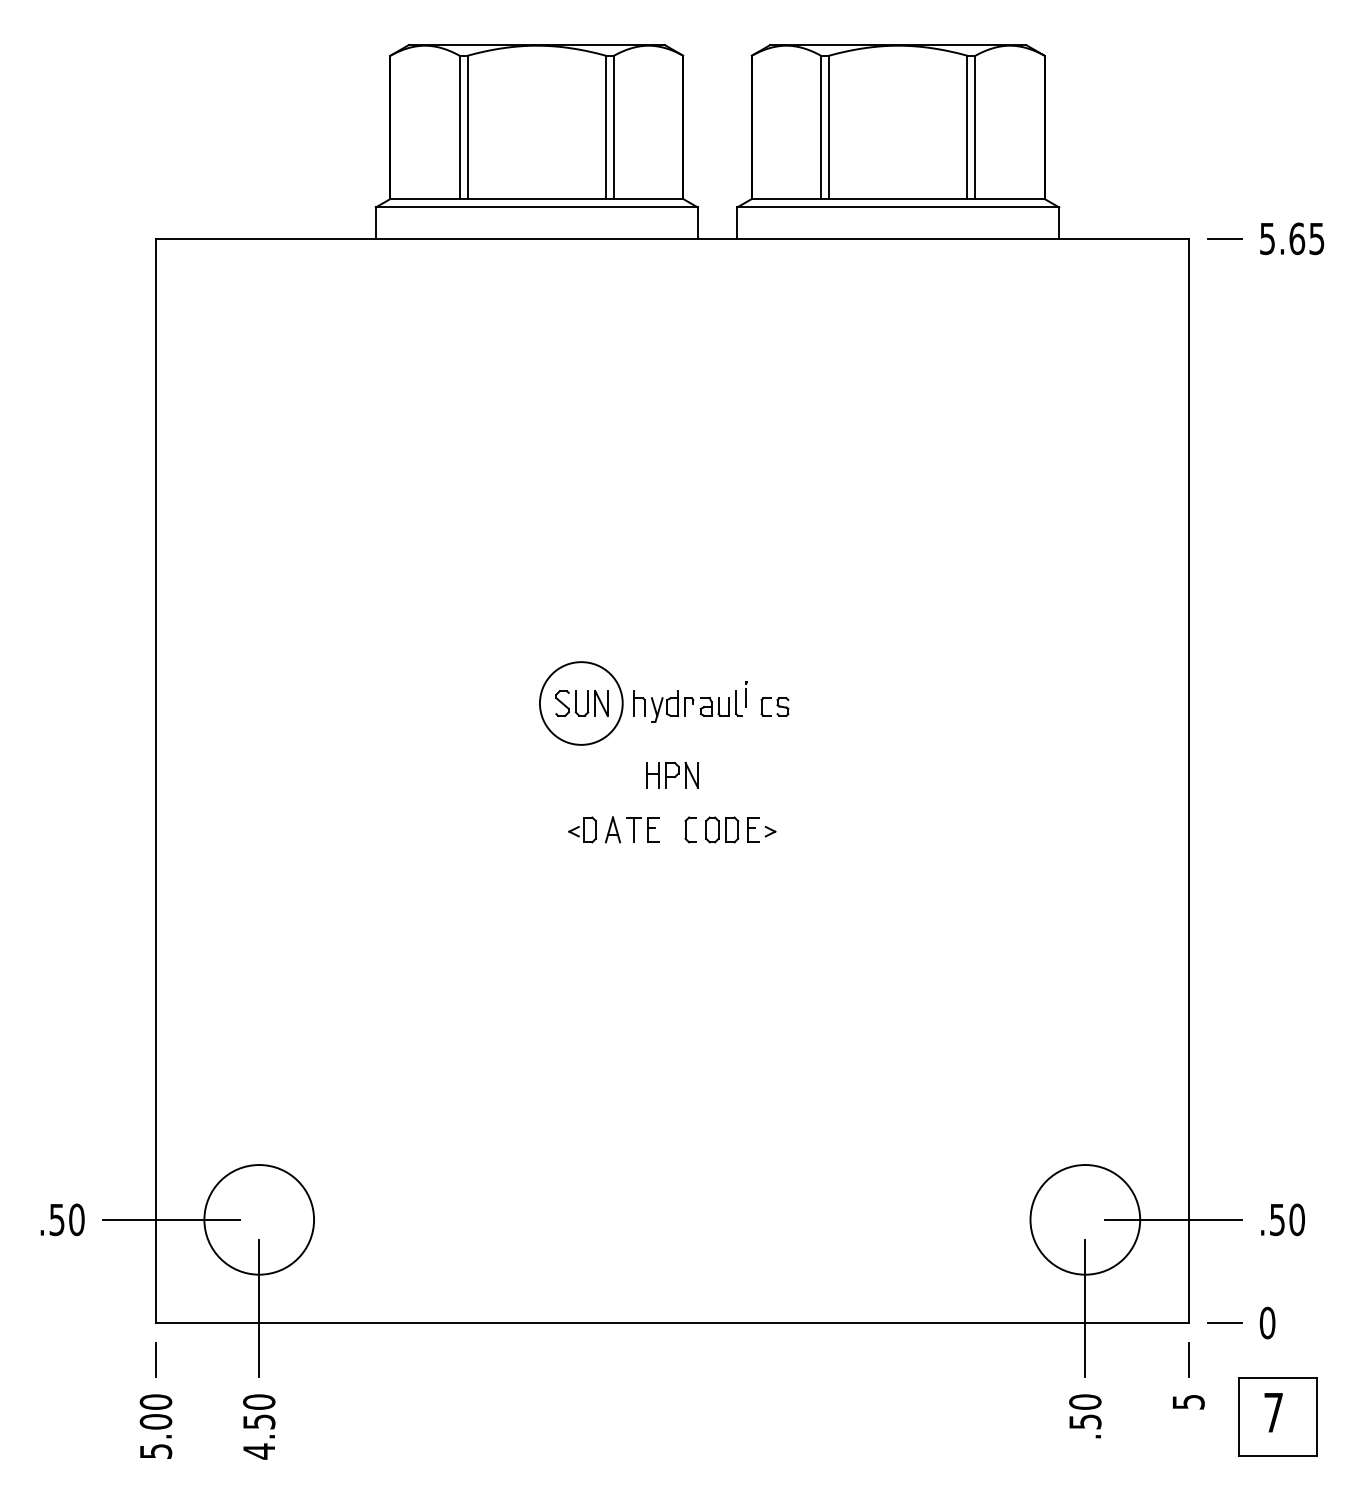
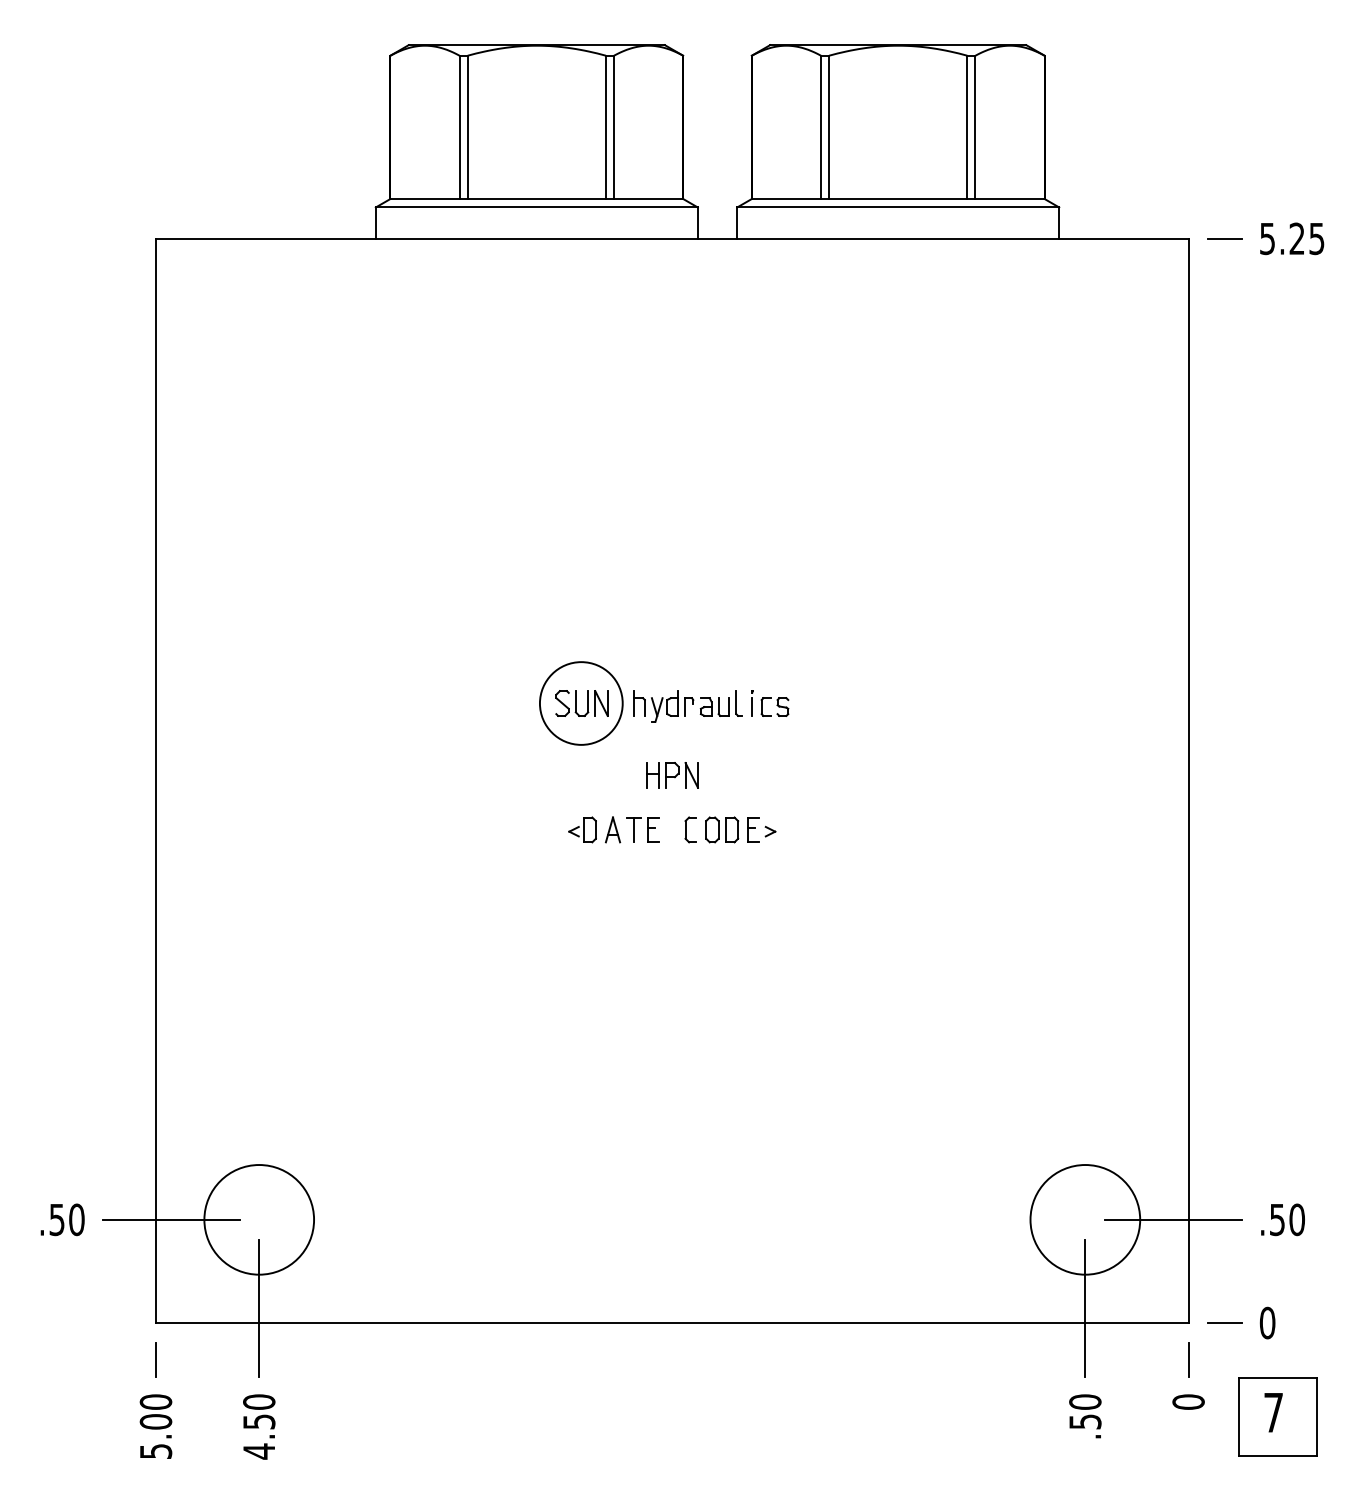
text at (1297, 238): 5.65 -> 5.25
line at (746, 694) position: (746, 694) -> (752, 703)
text at (1188, 1401): 5 -> 0
